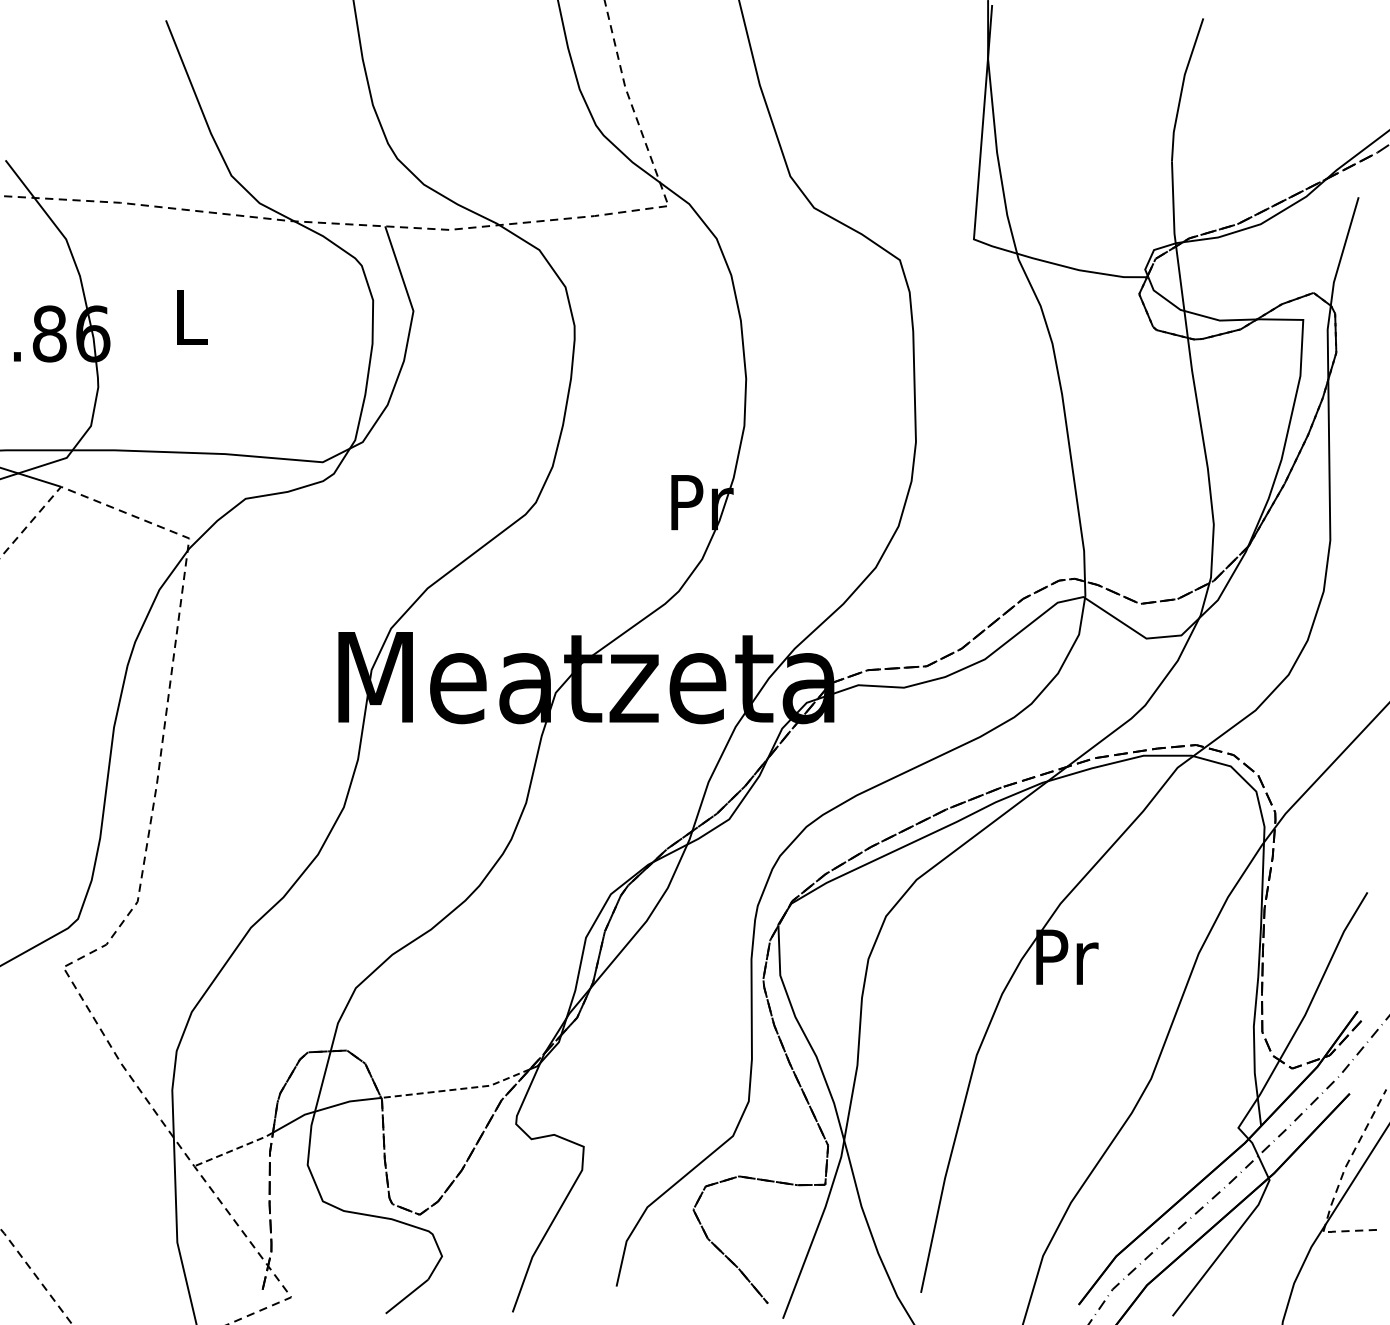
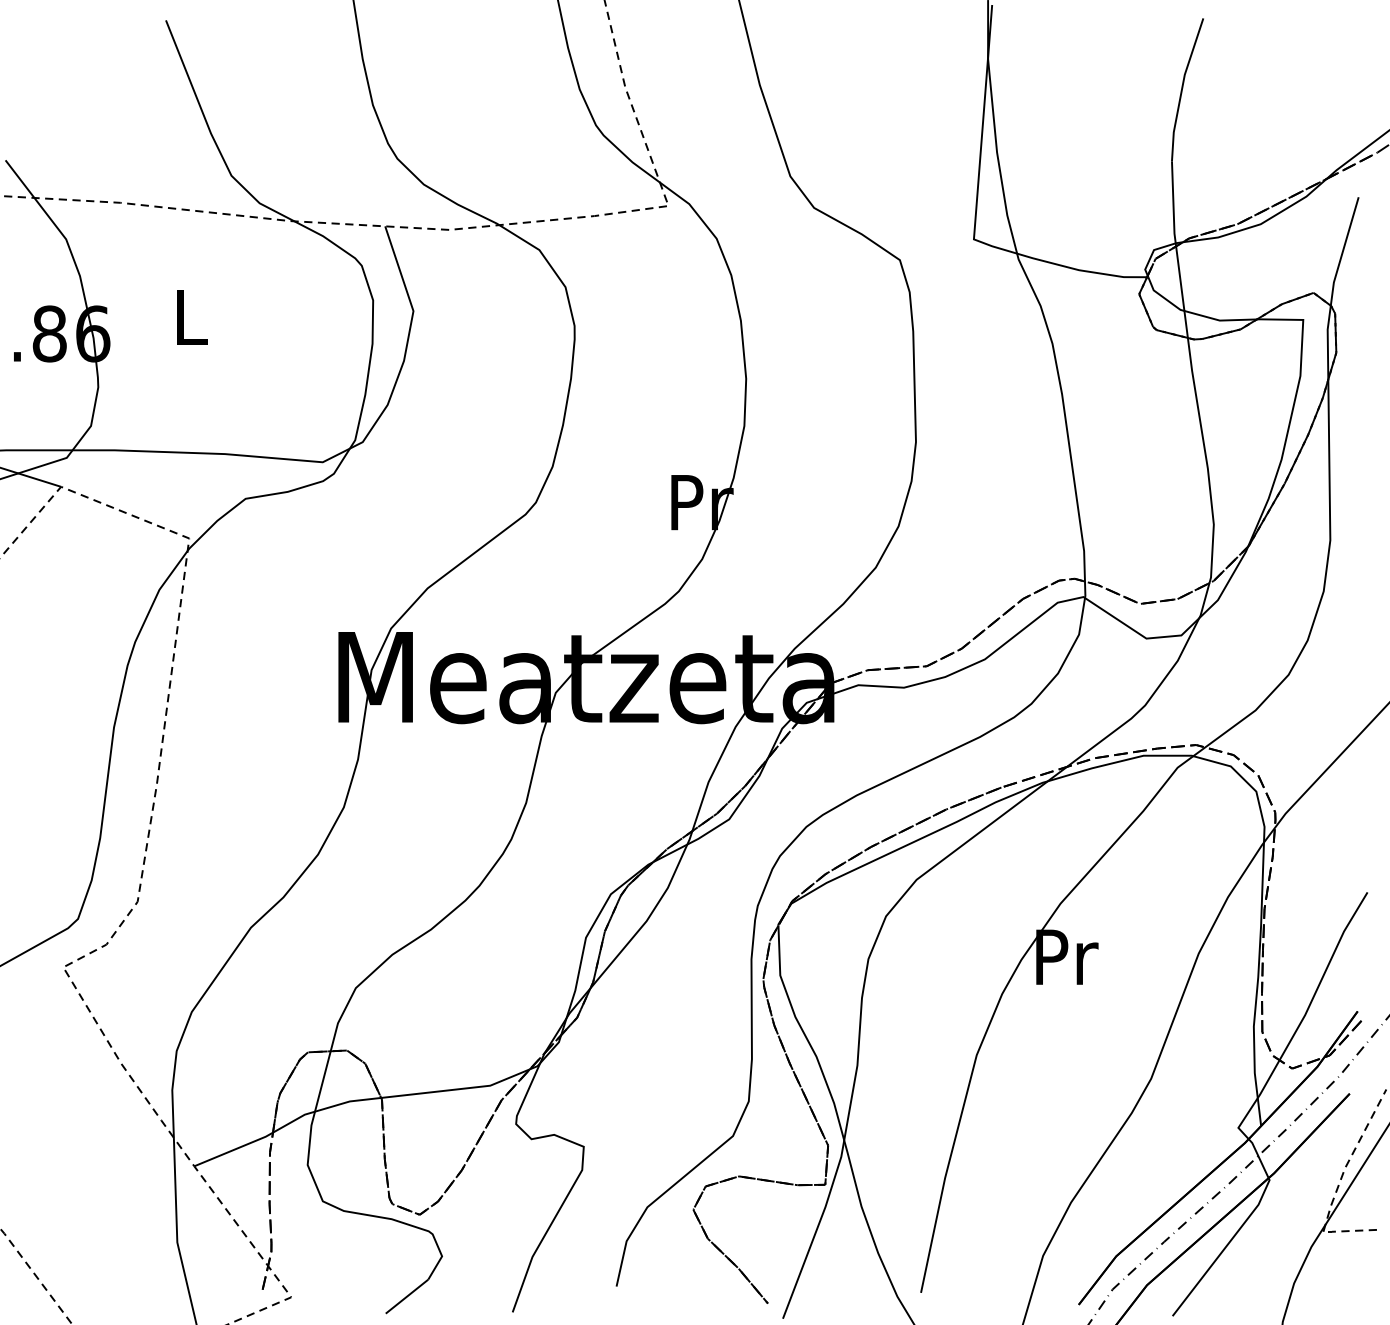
line at (457, 1089): dashed -> solid
line at (234, 1149): dashed -> solid
